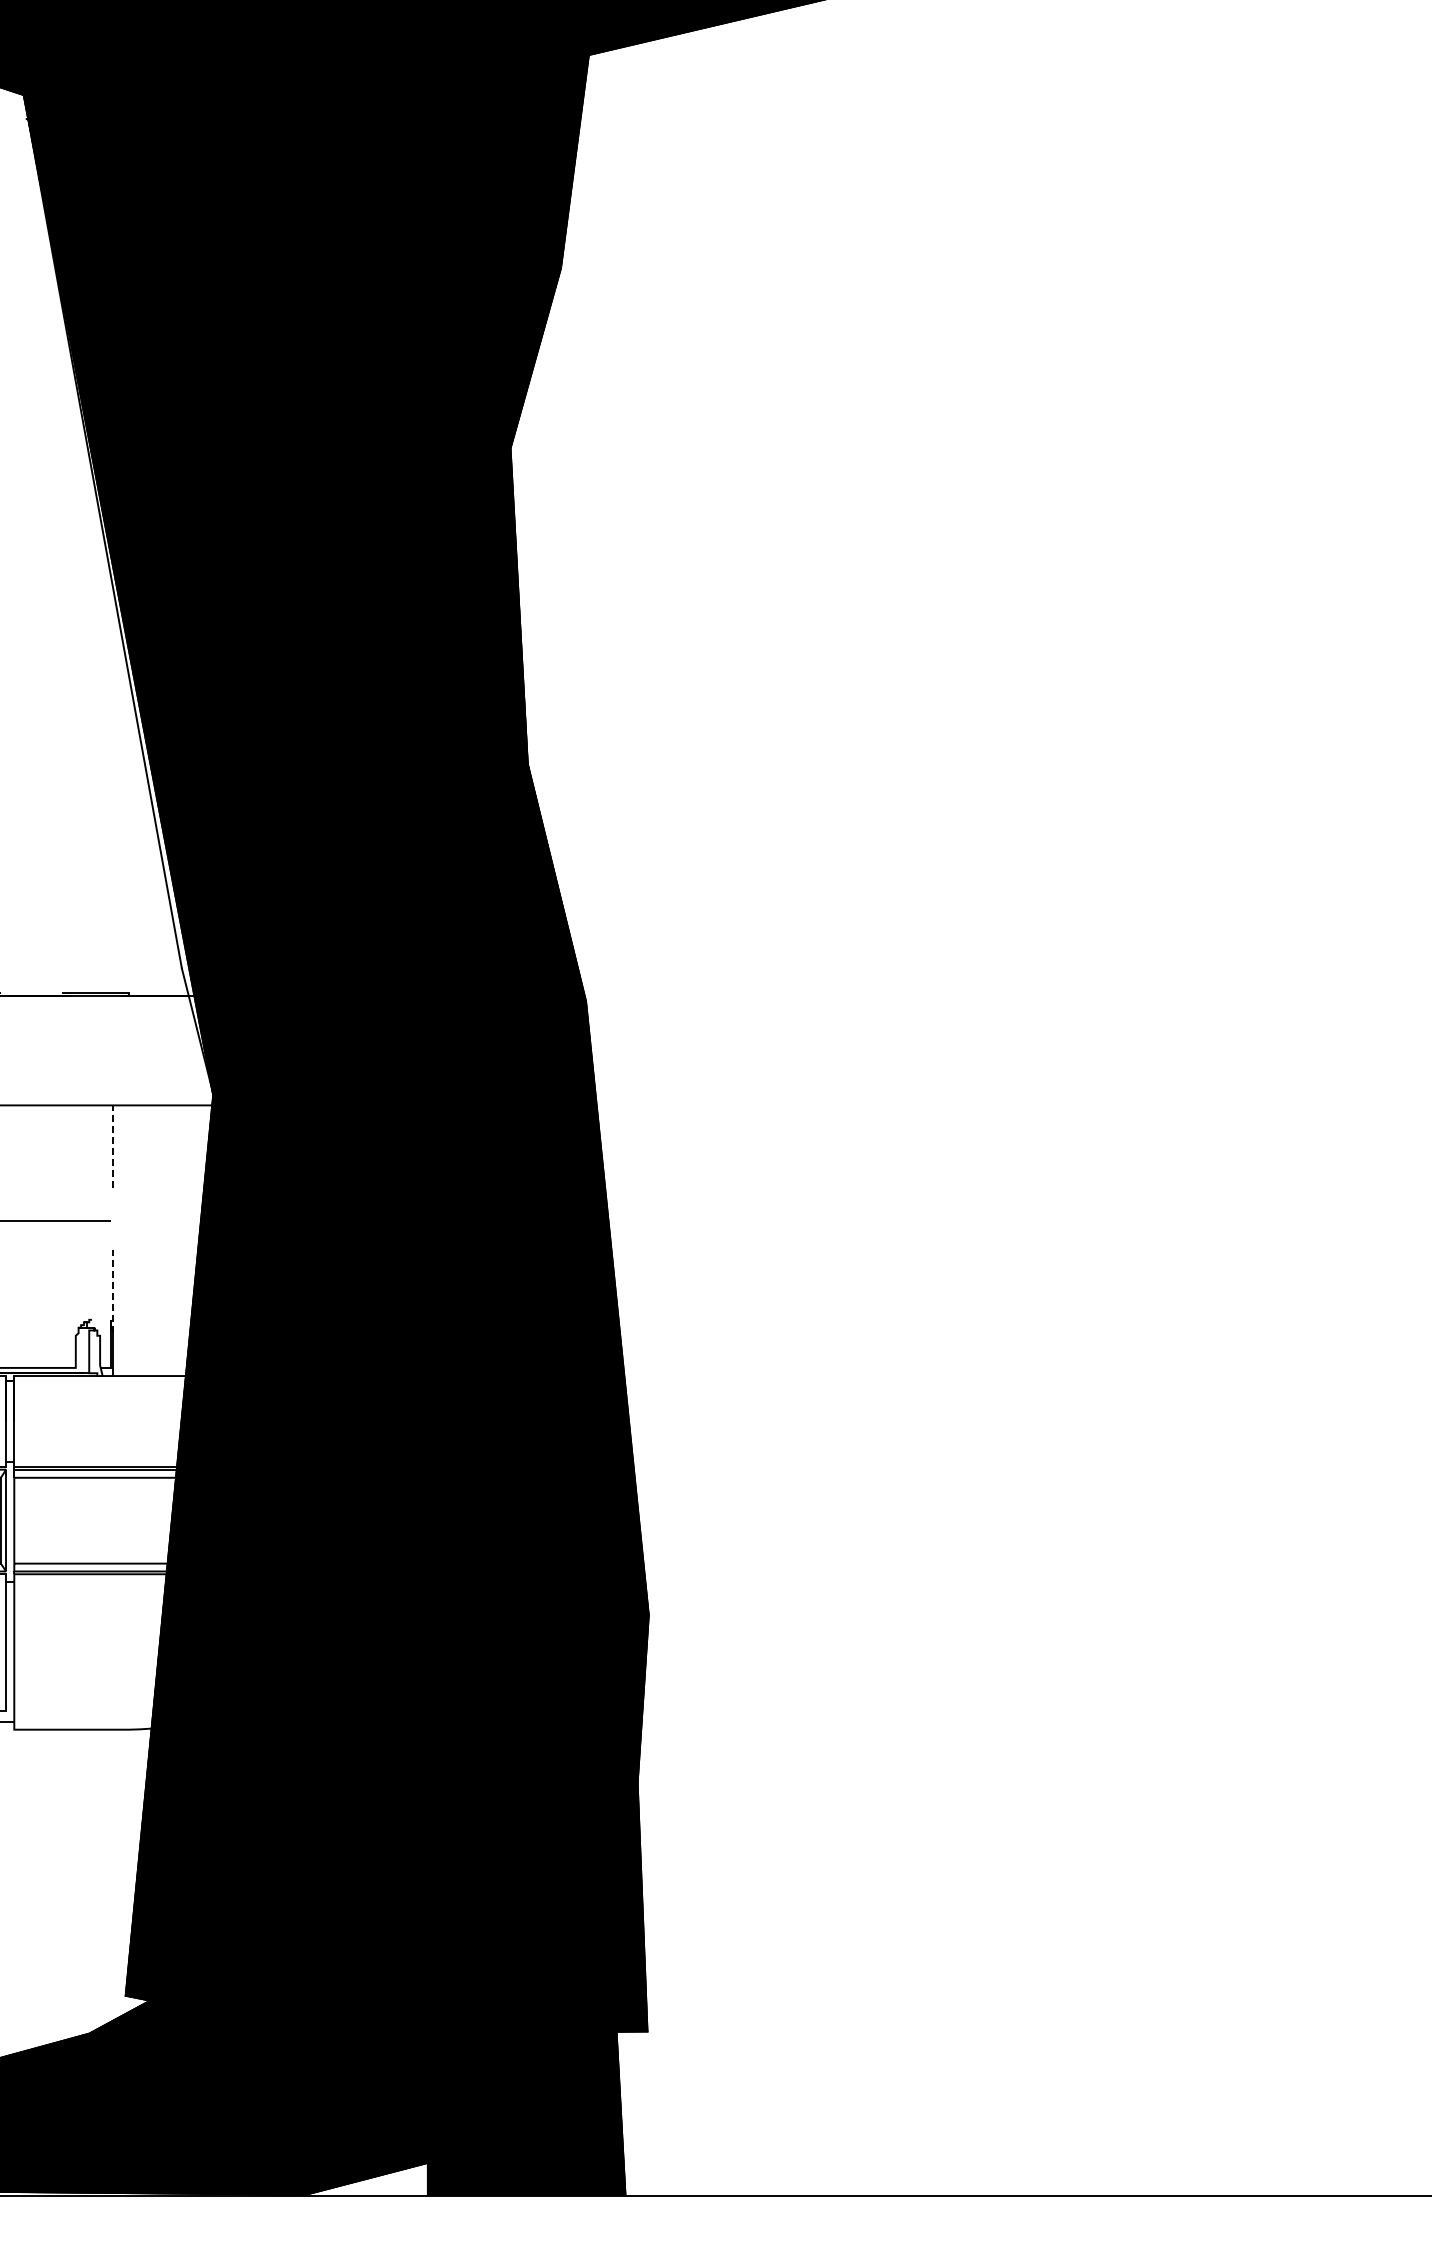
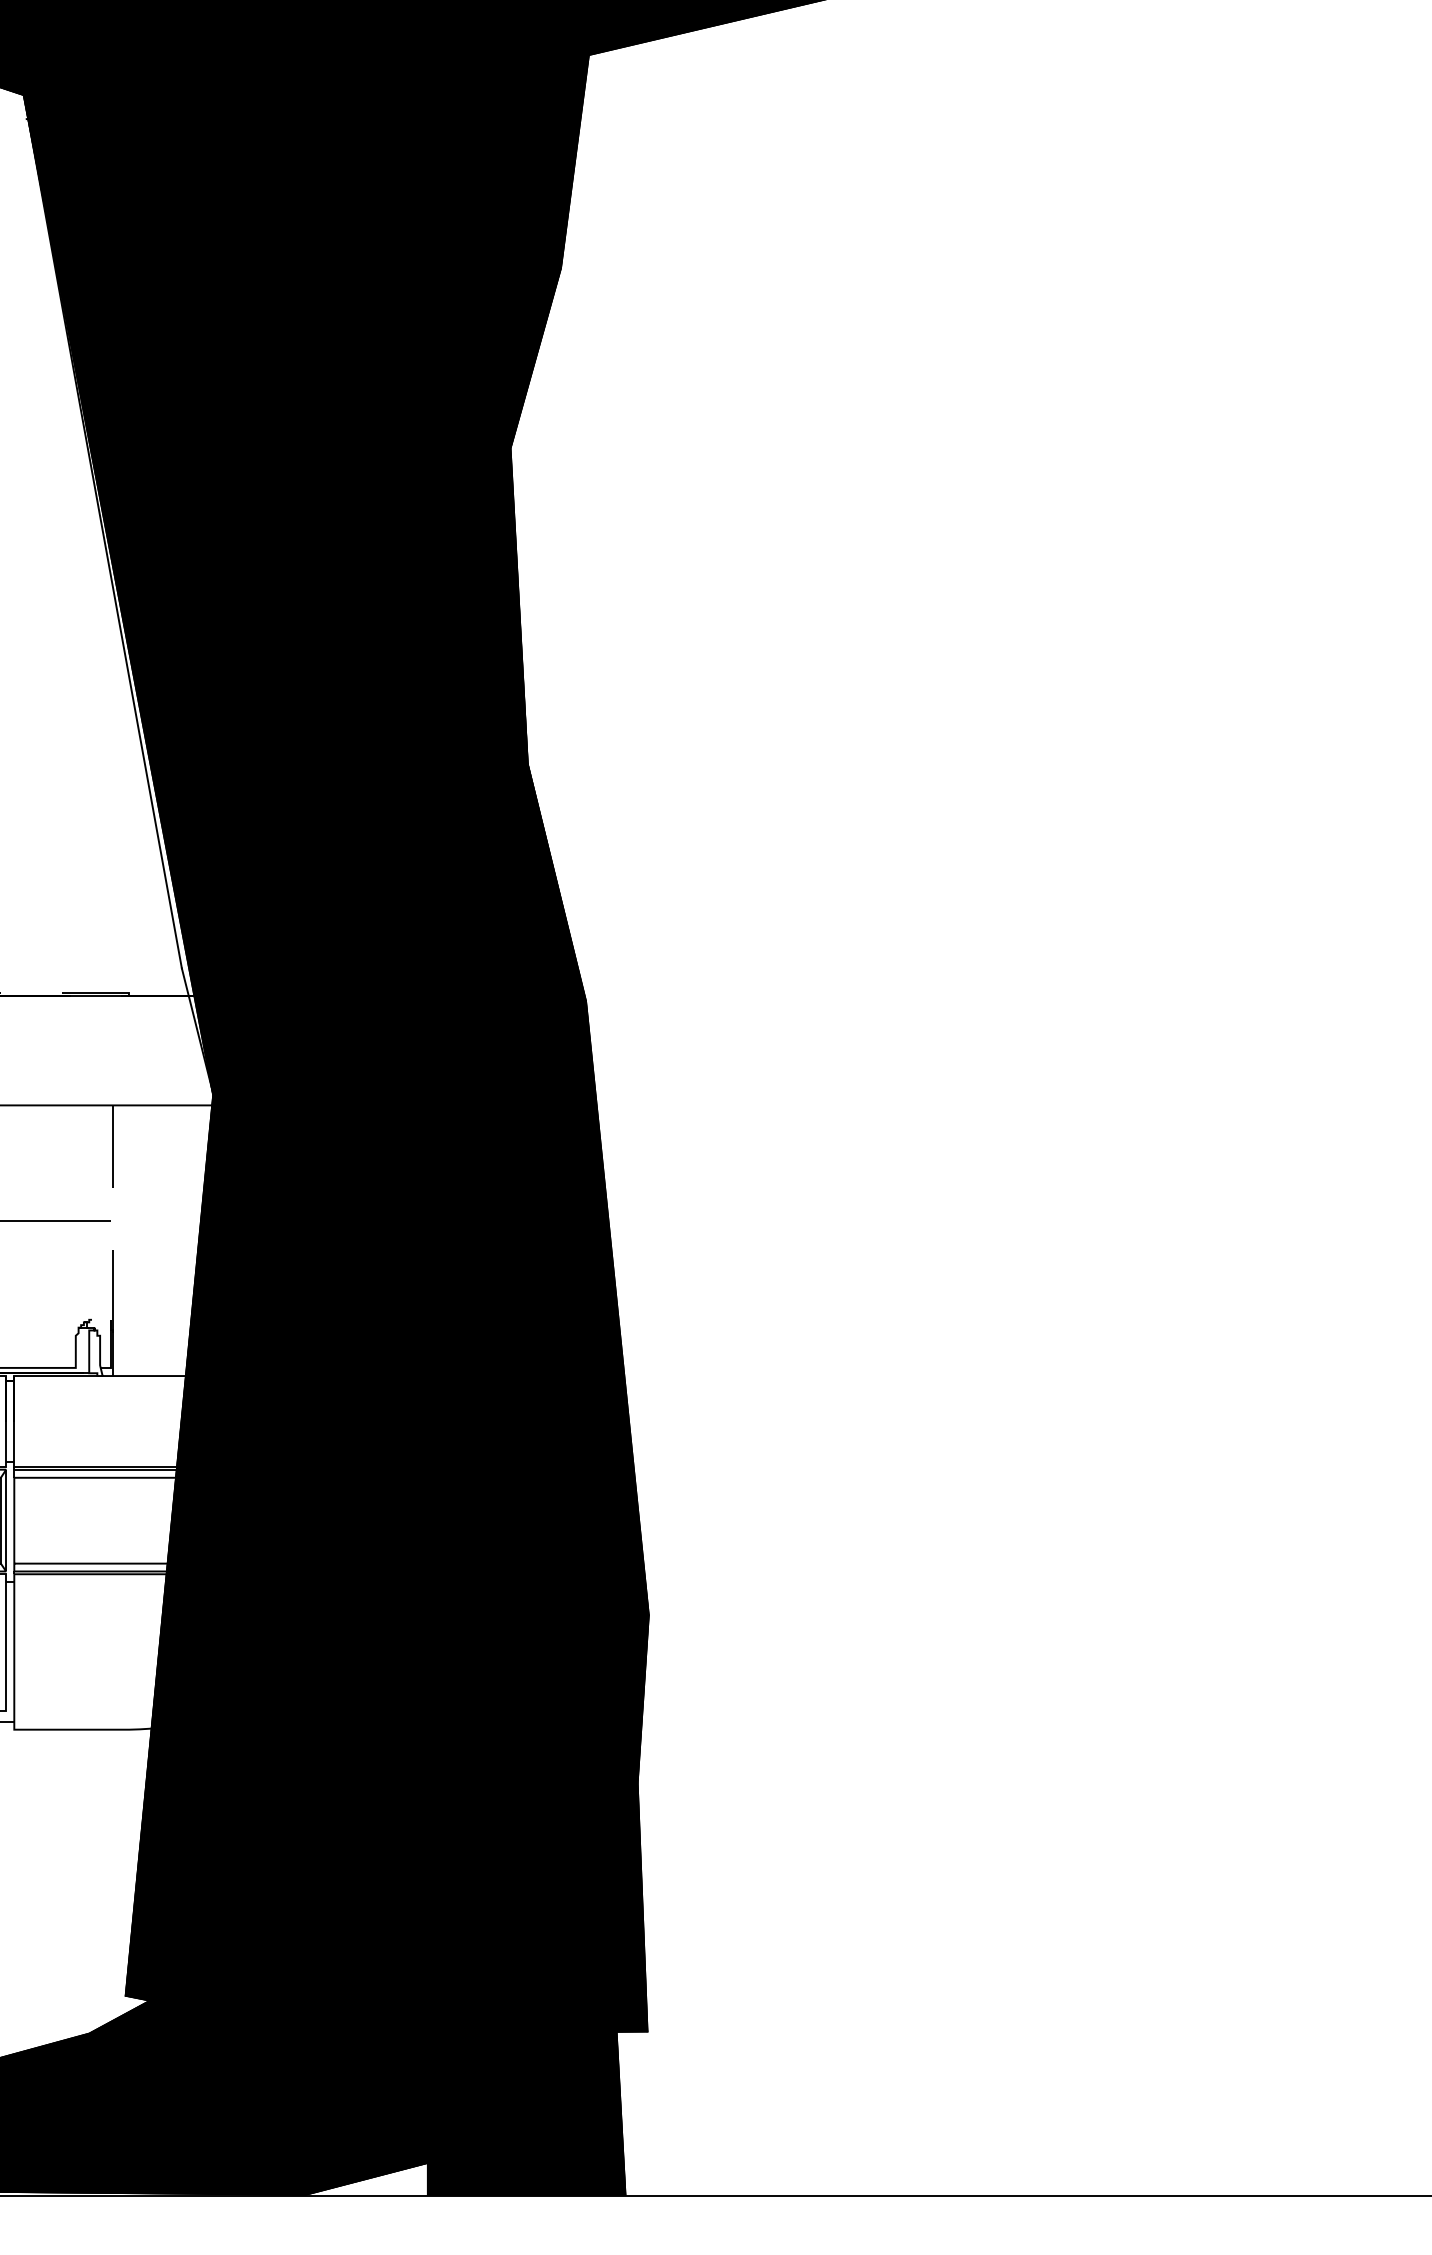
line at (113, 1146): dashed -> solid
line at (113, 1291): dashed -> solid
